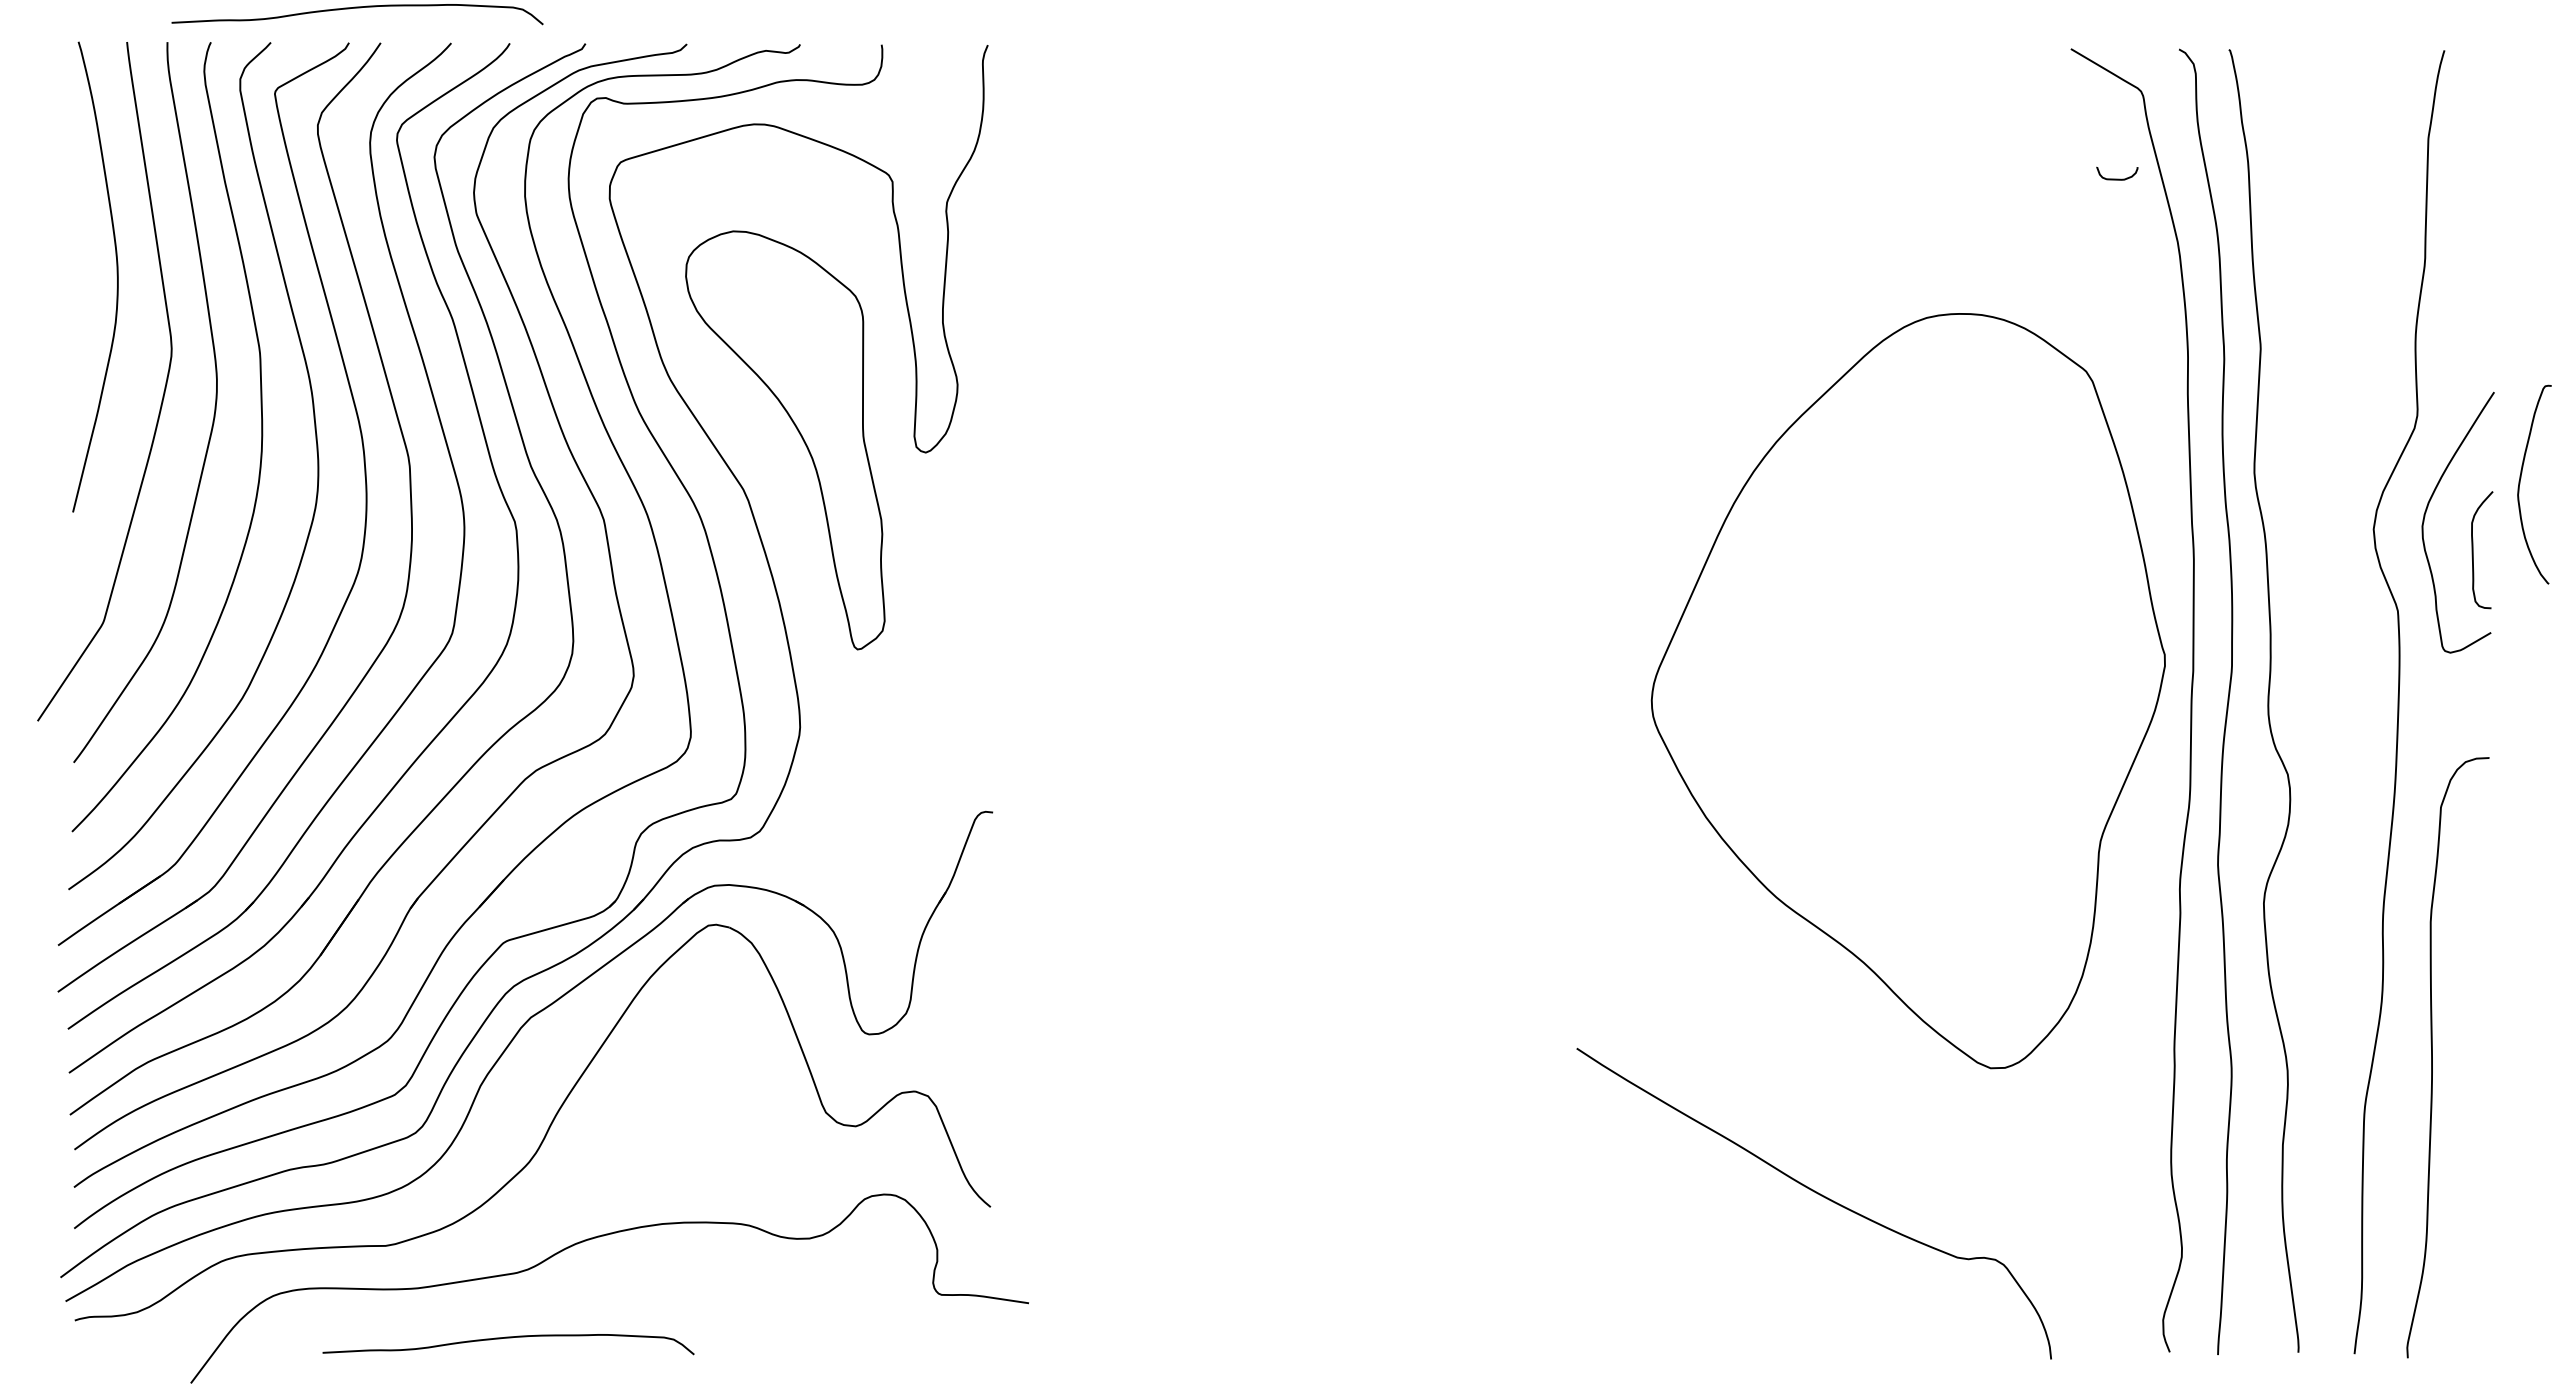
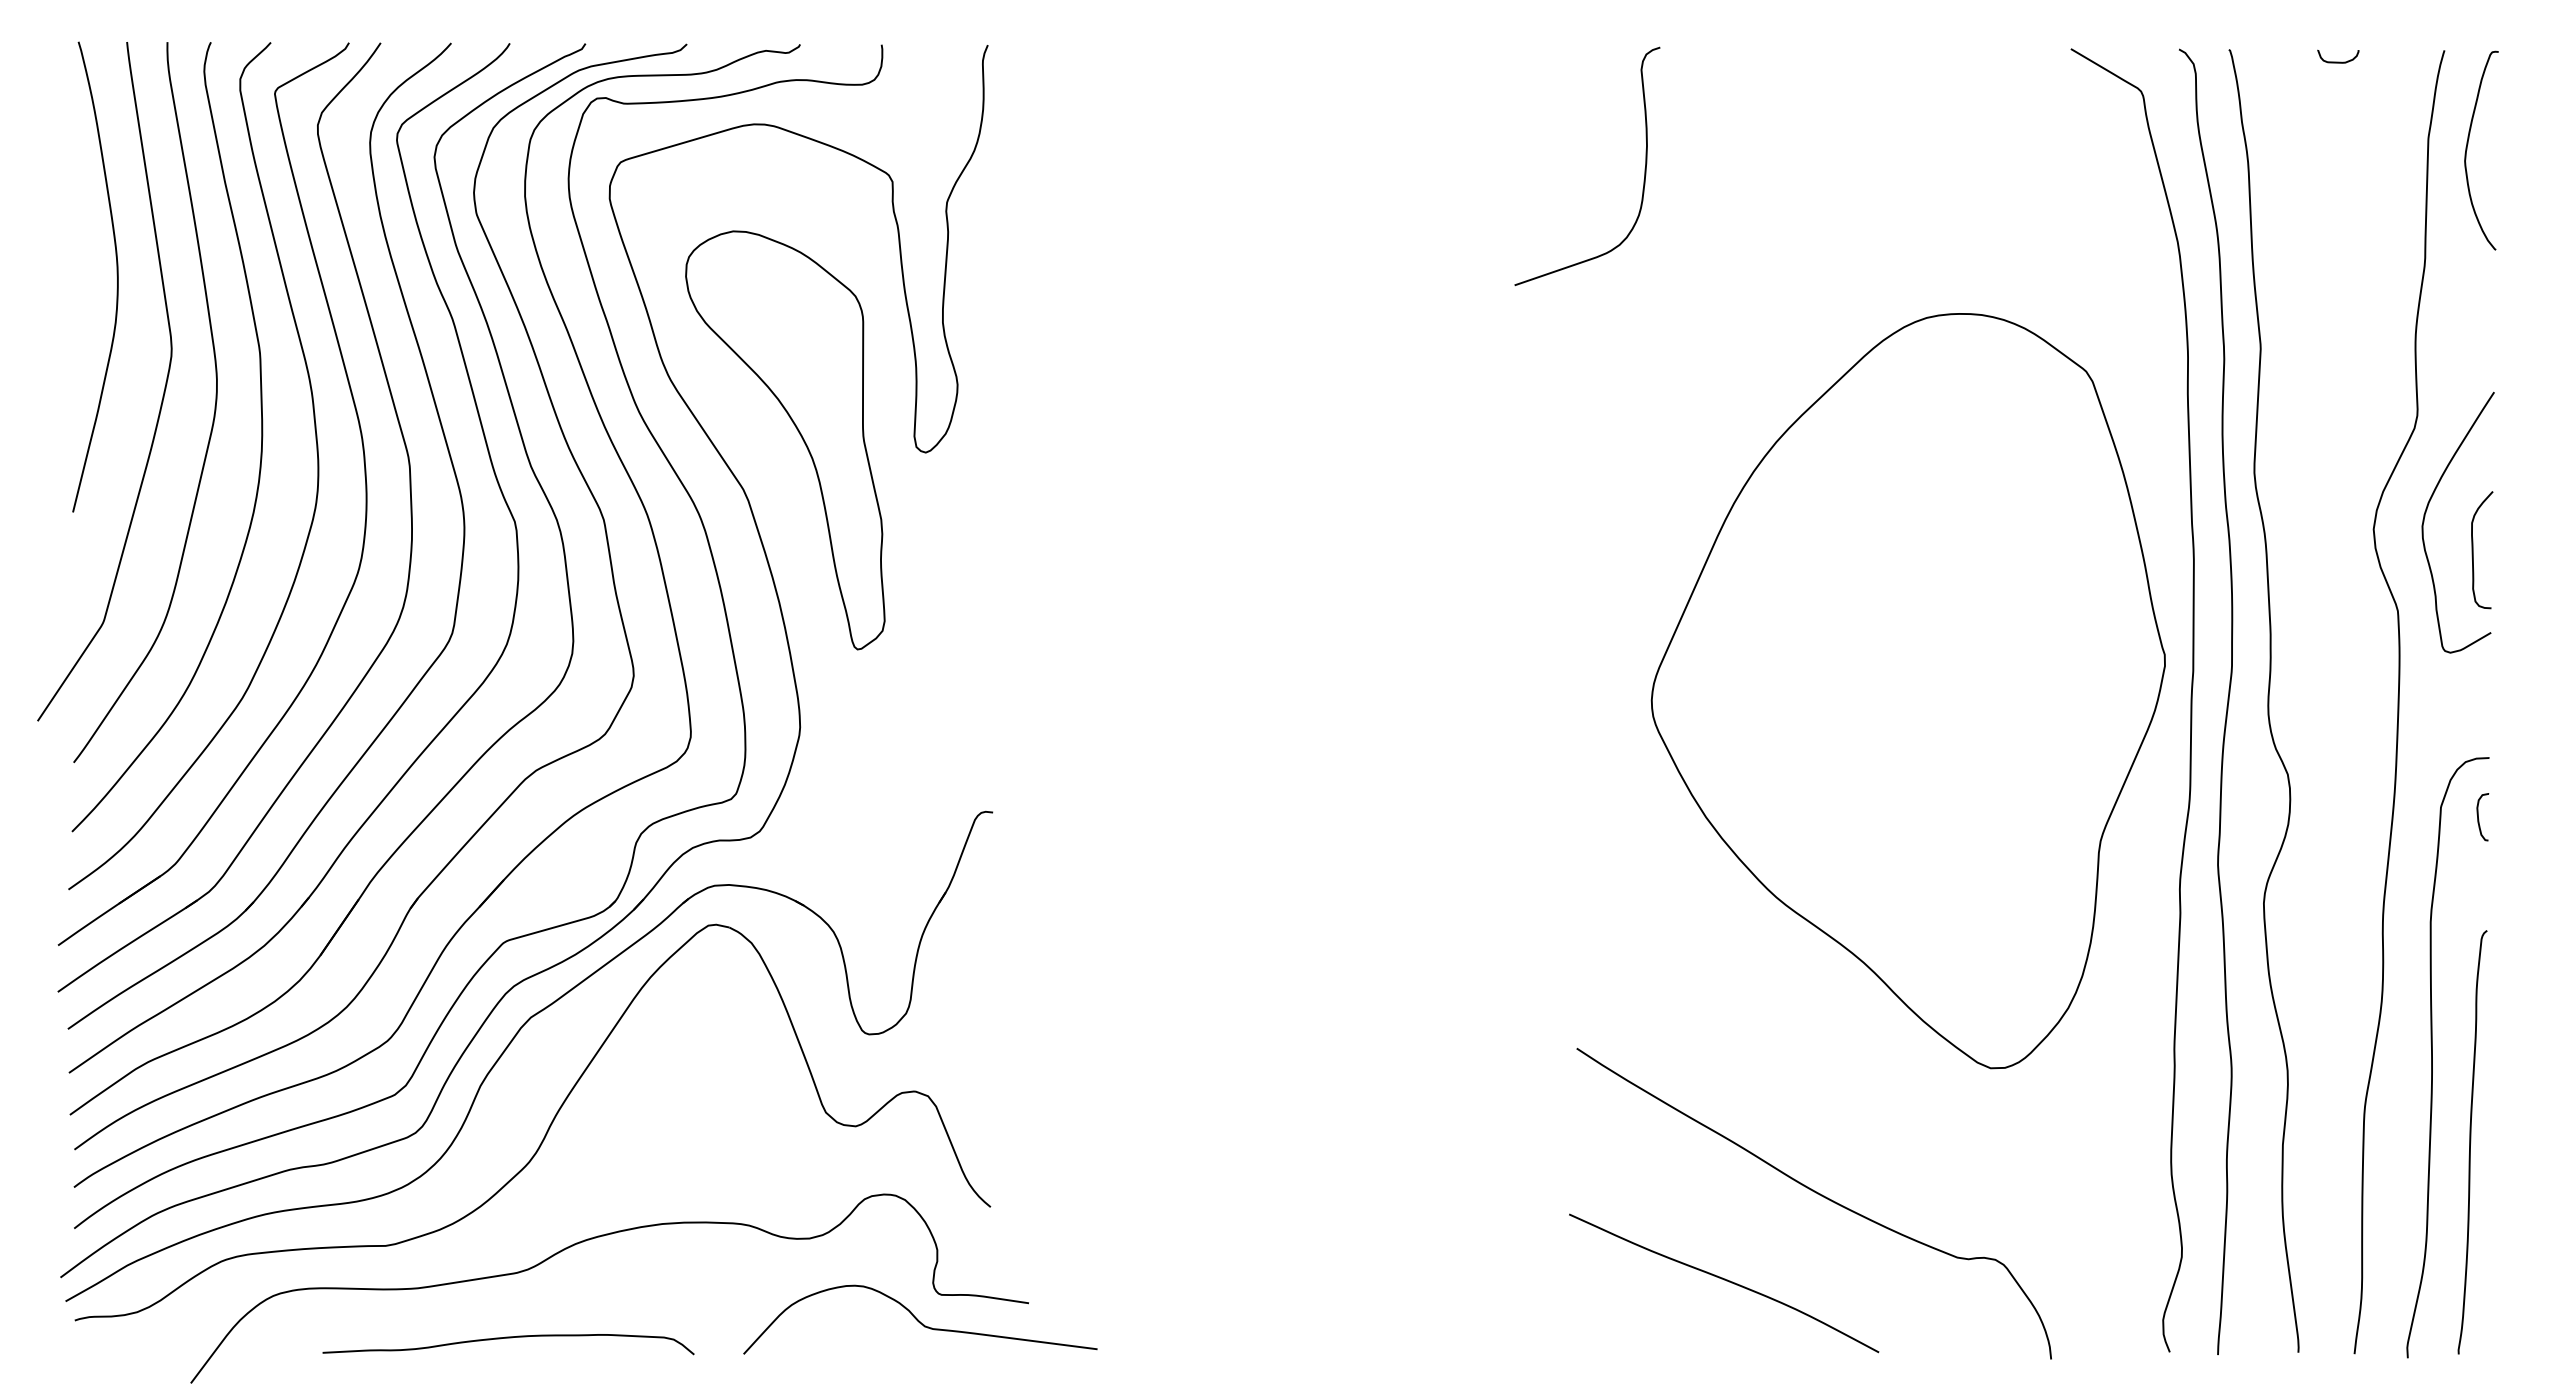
curve at (357, 8): present -> none
curve at (1644, 168): none -> present
curve at (2117, 178) position: (2117, 178) -> (2338, 61)
curve at (2520, 484) position: (2520, 484) -> (2467, 150)
curve at (2479, 819): none -> present
curve at (2471, 1142): none -> present
curve at (1726, 1281): none -> present
curve at (919, 1320): none -> present
